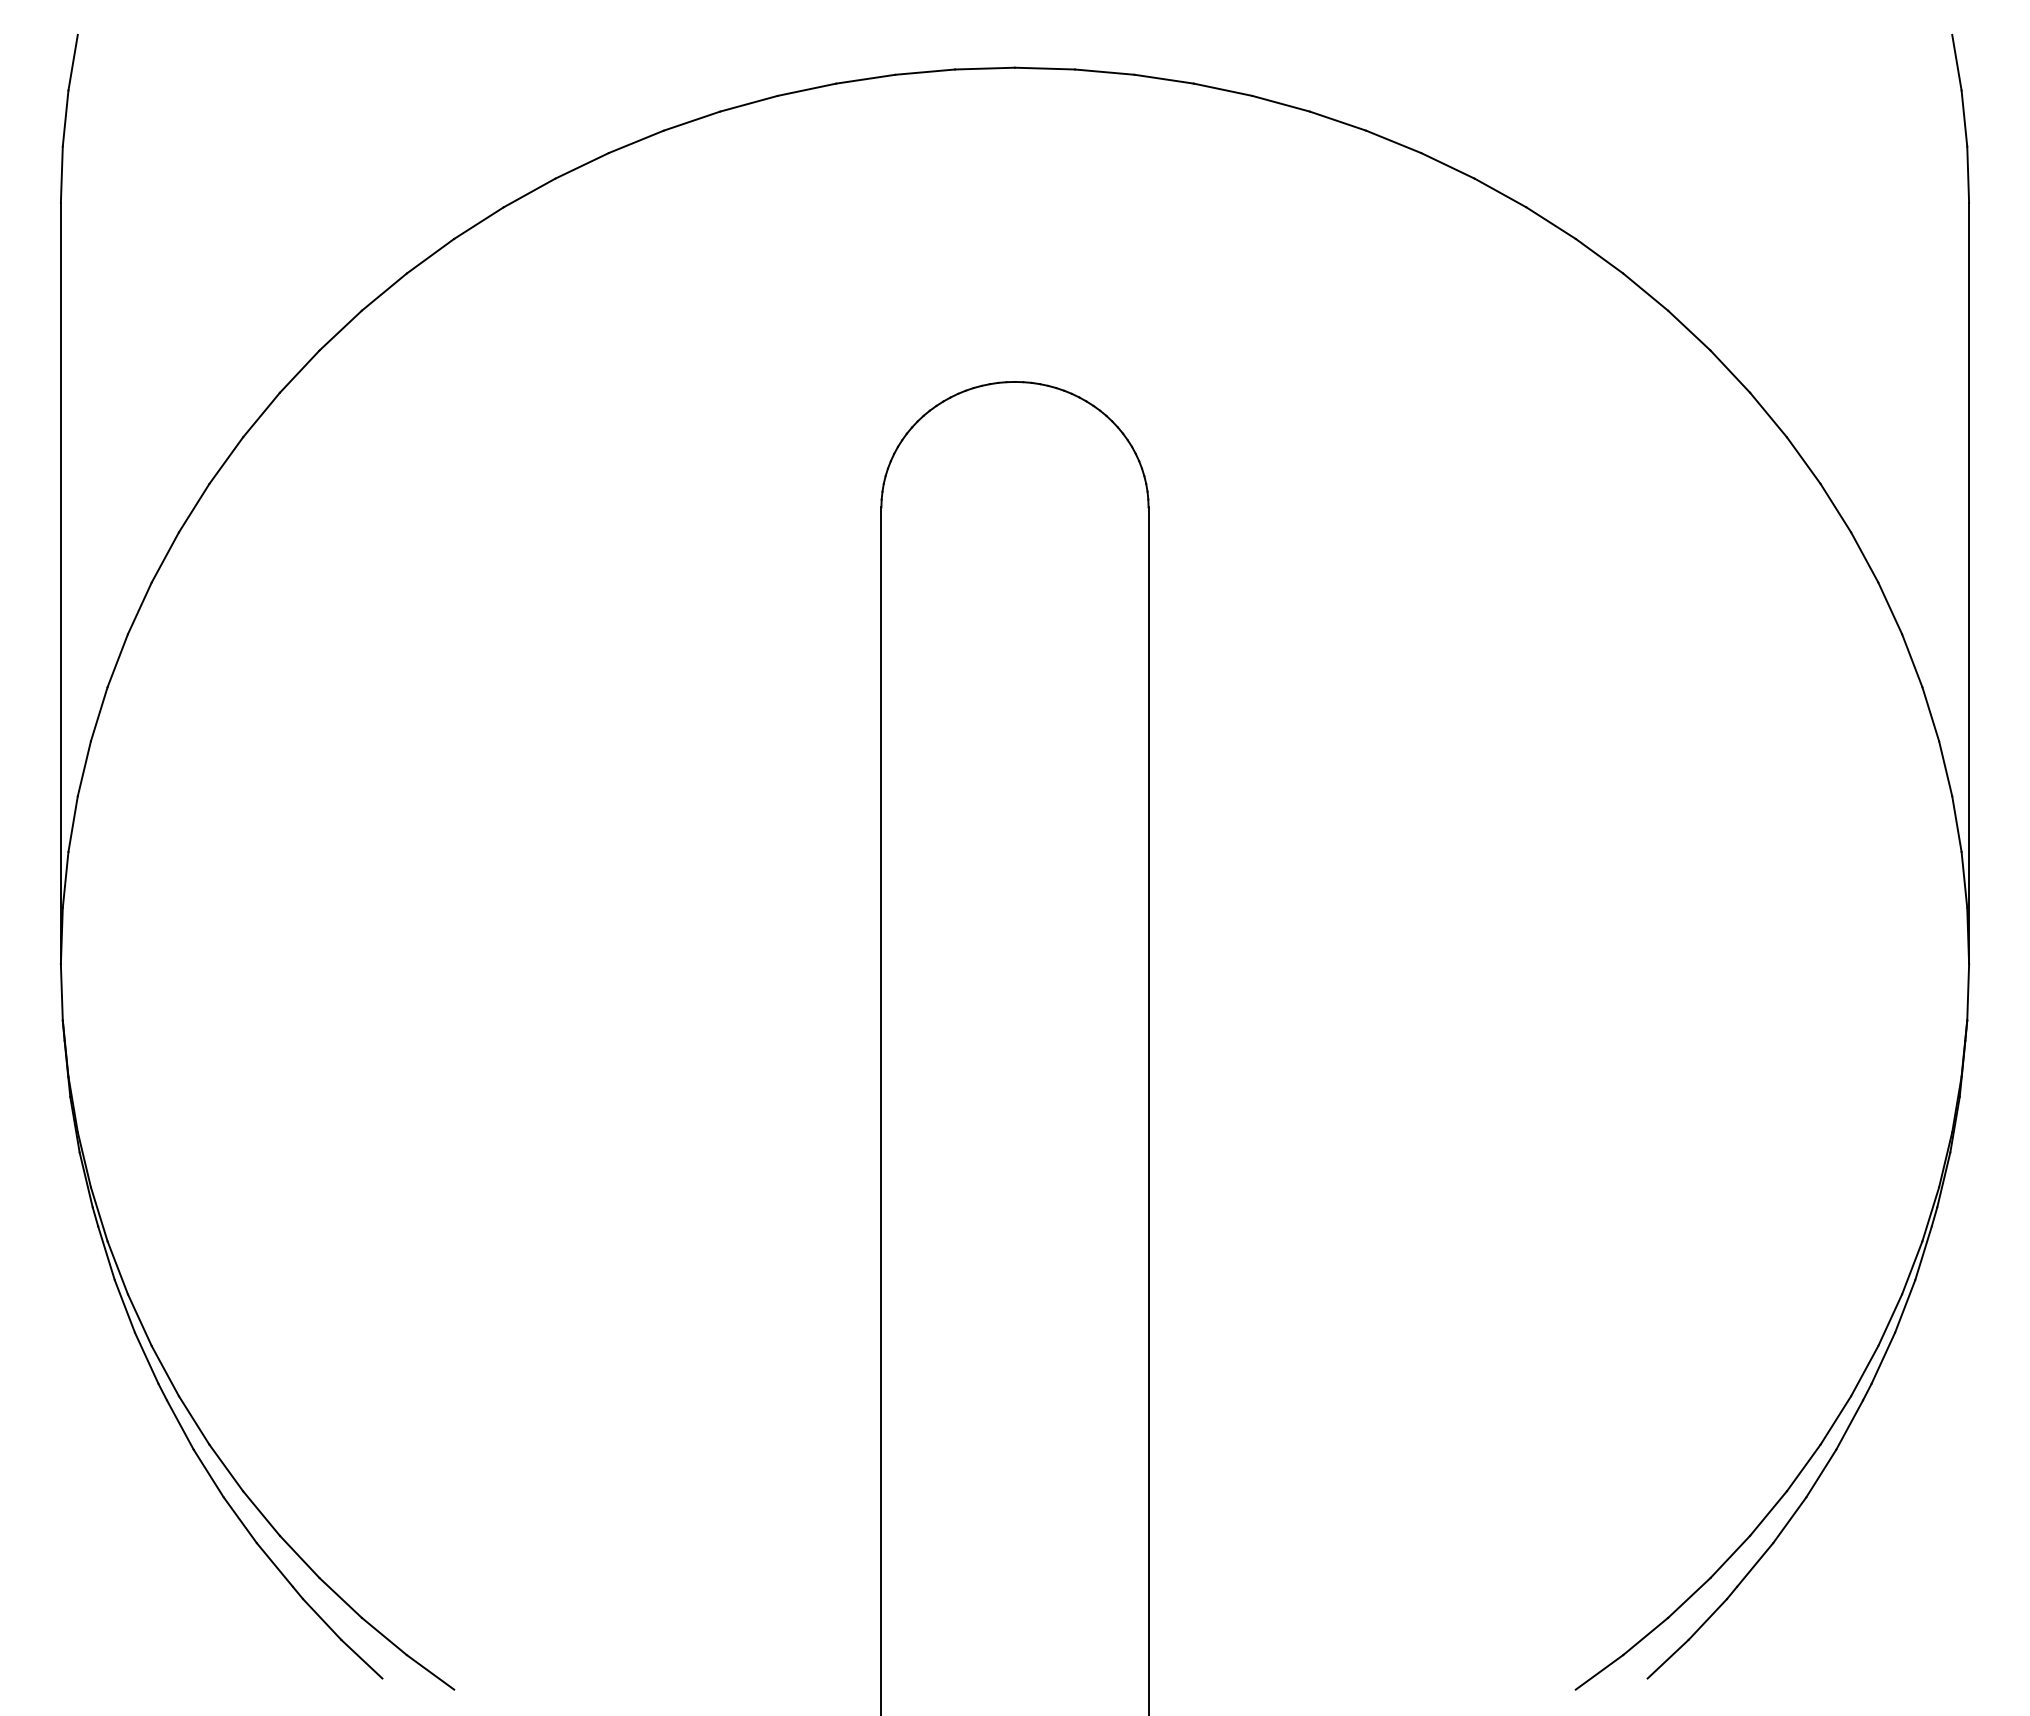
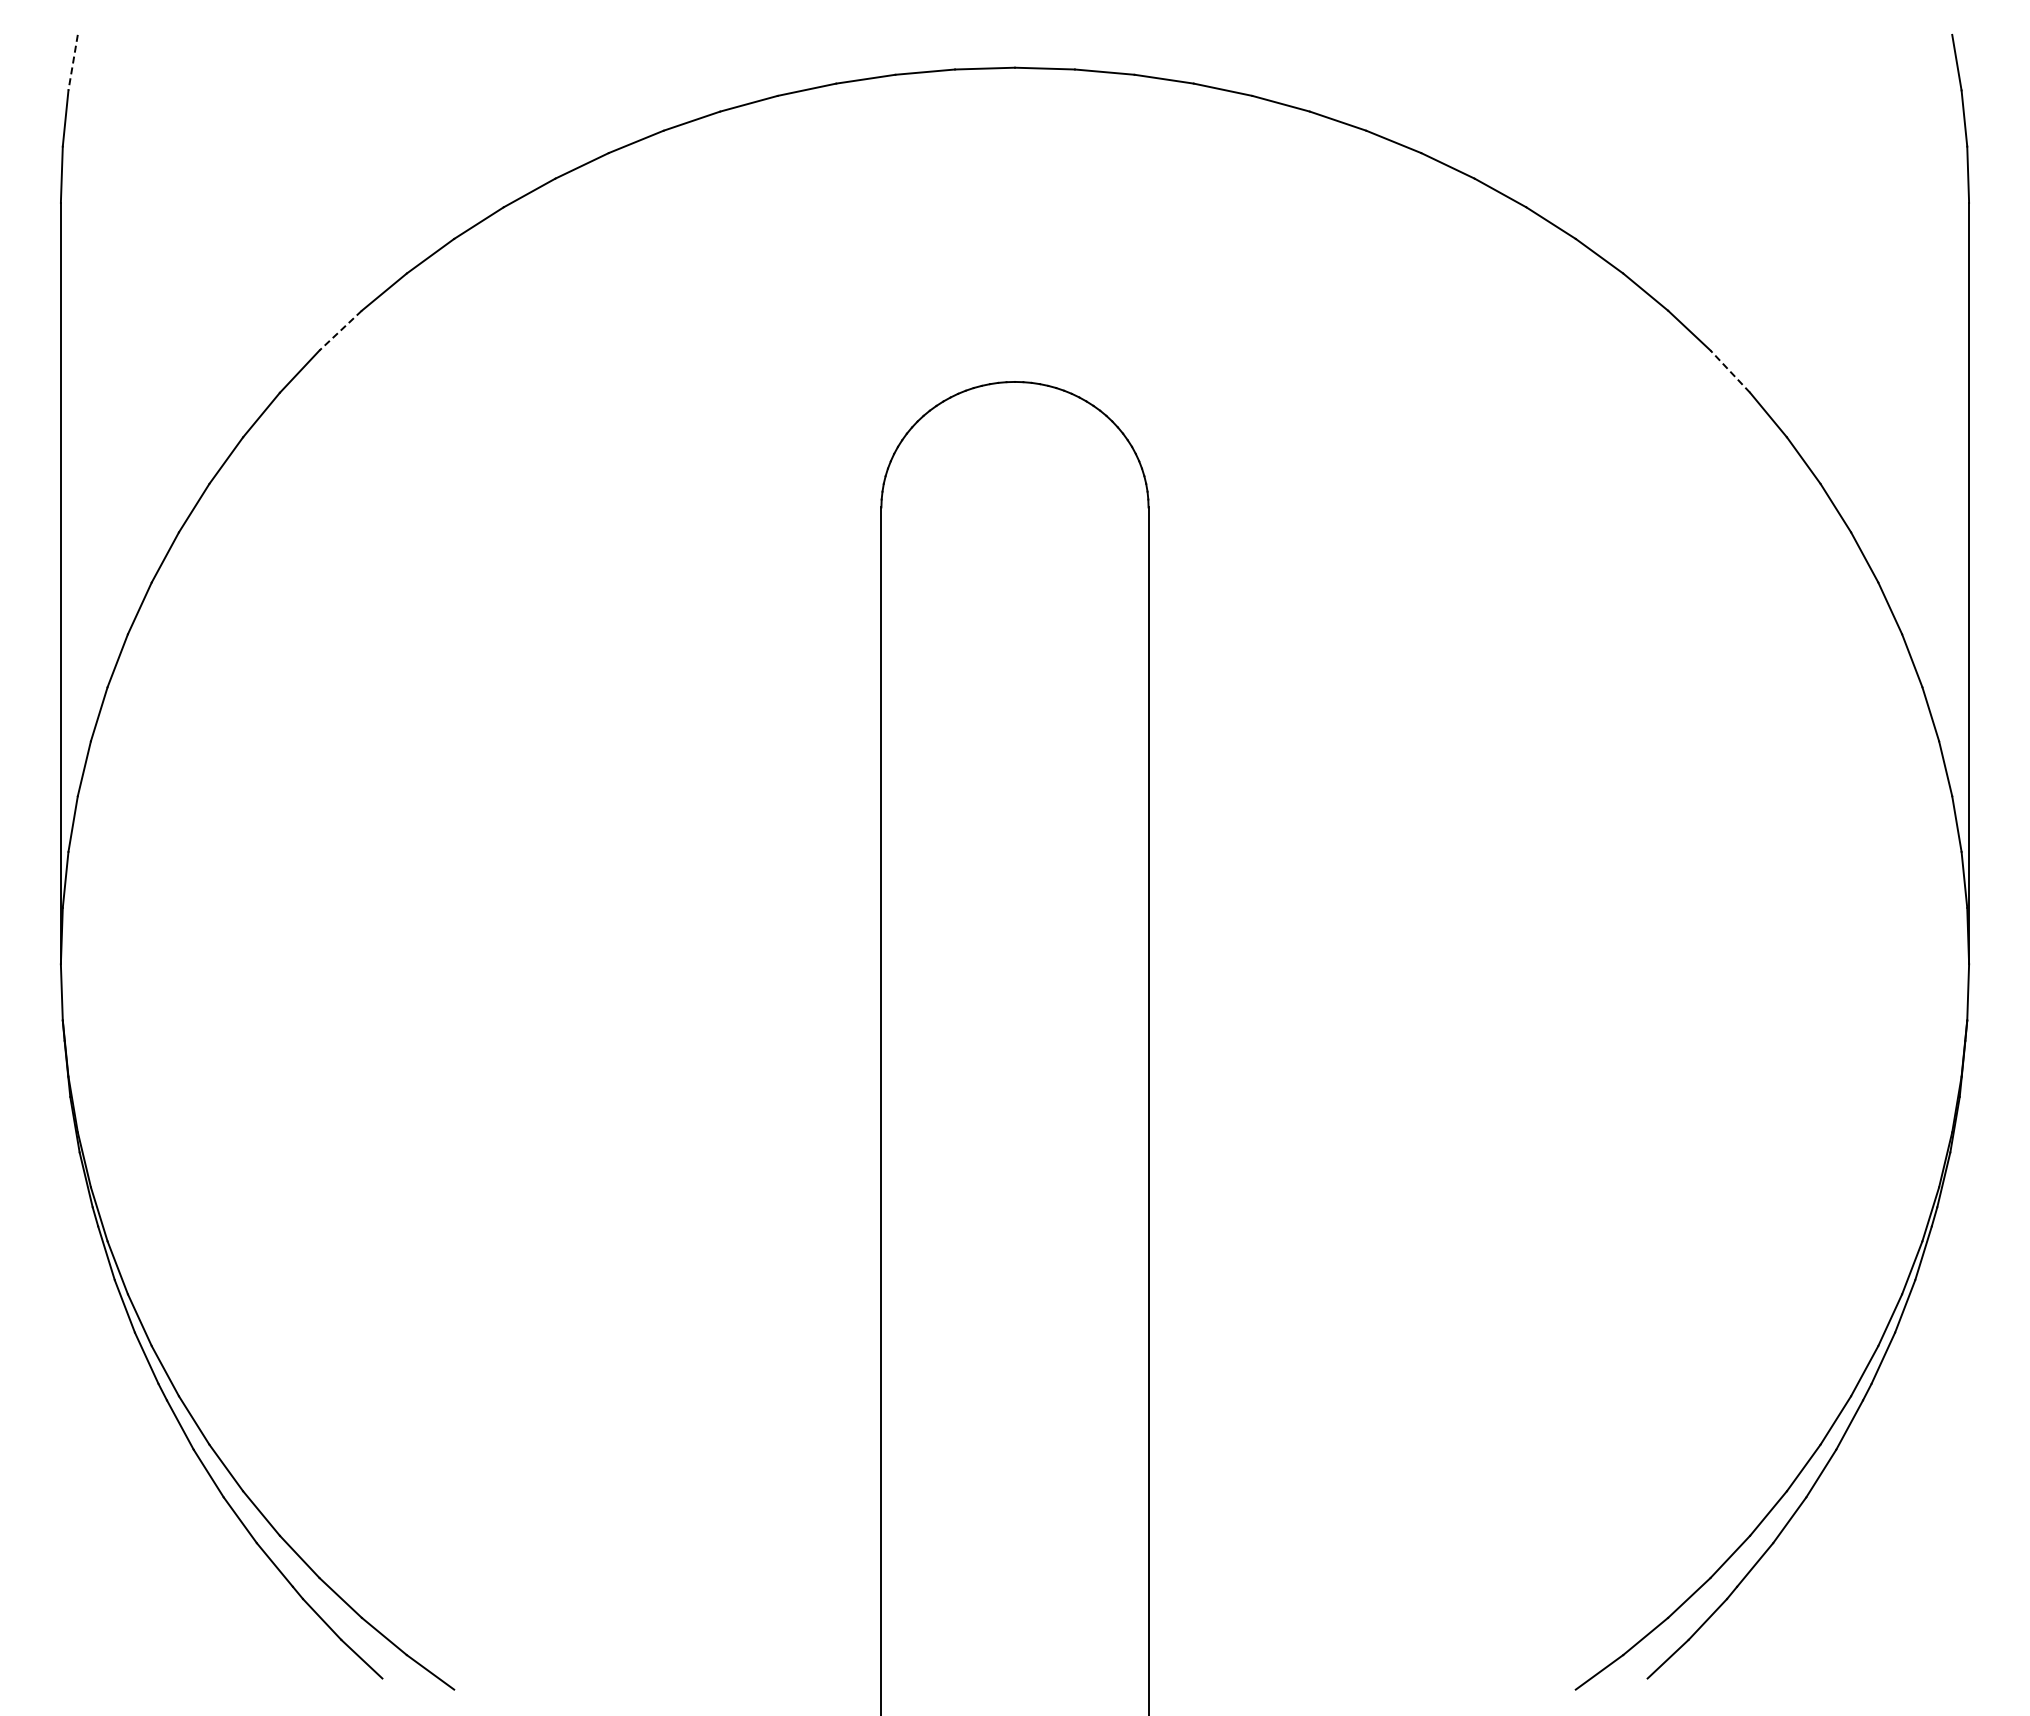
line at (73, 63): solid -> dashed
line at (340, 330): solid -> dashed
line at (1730, 371): solid -> dashed
